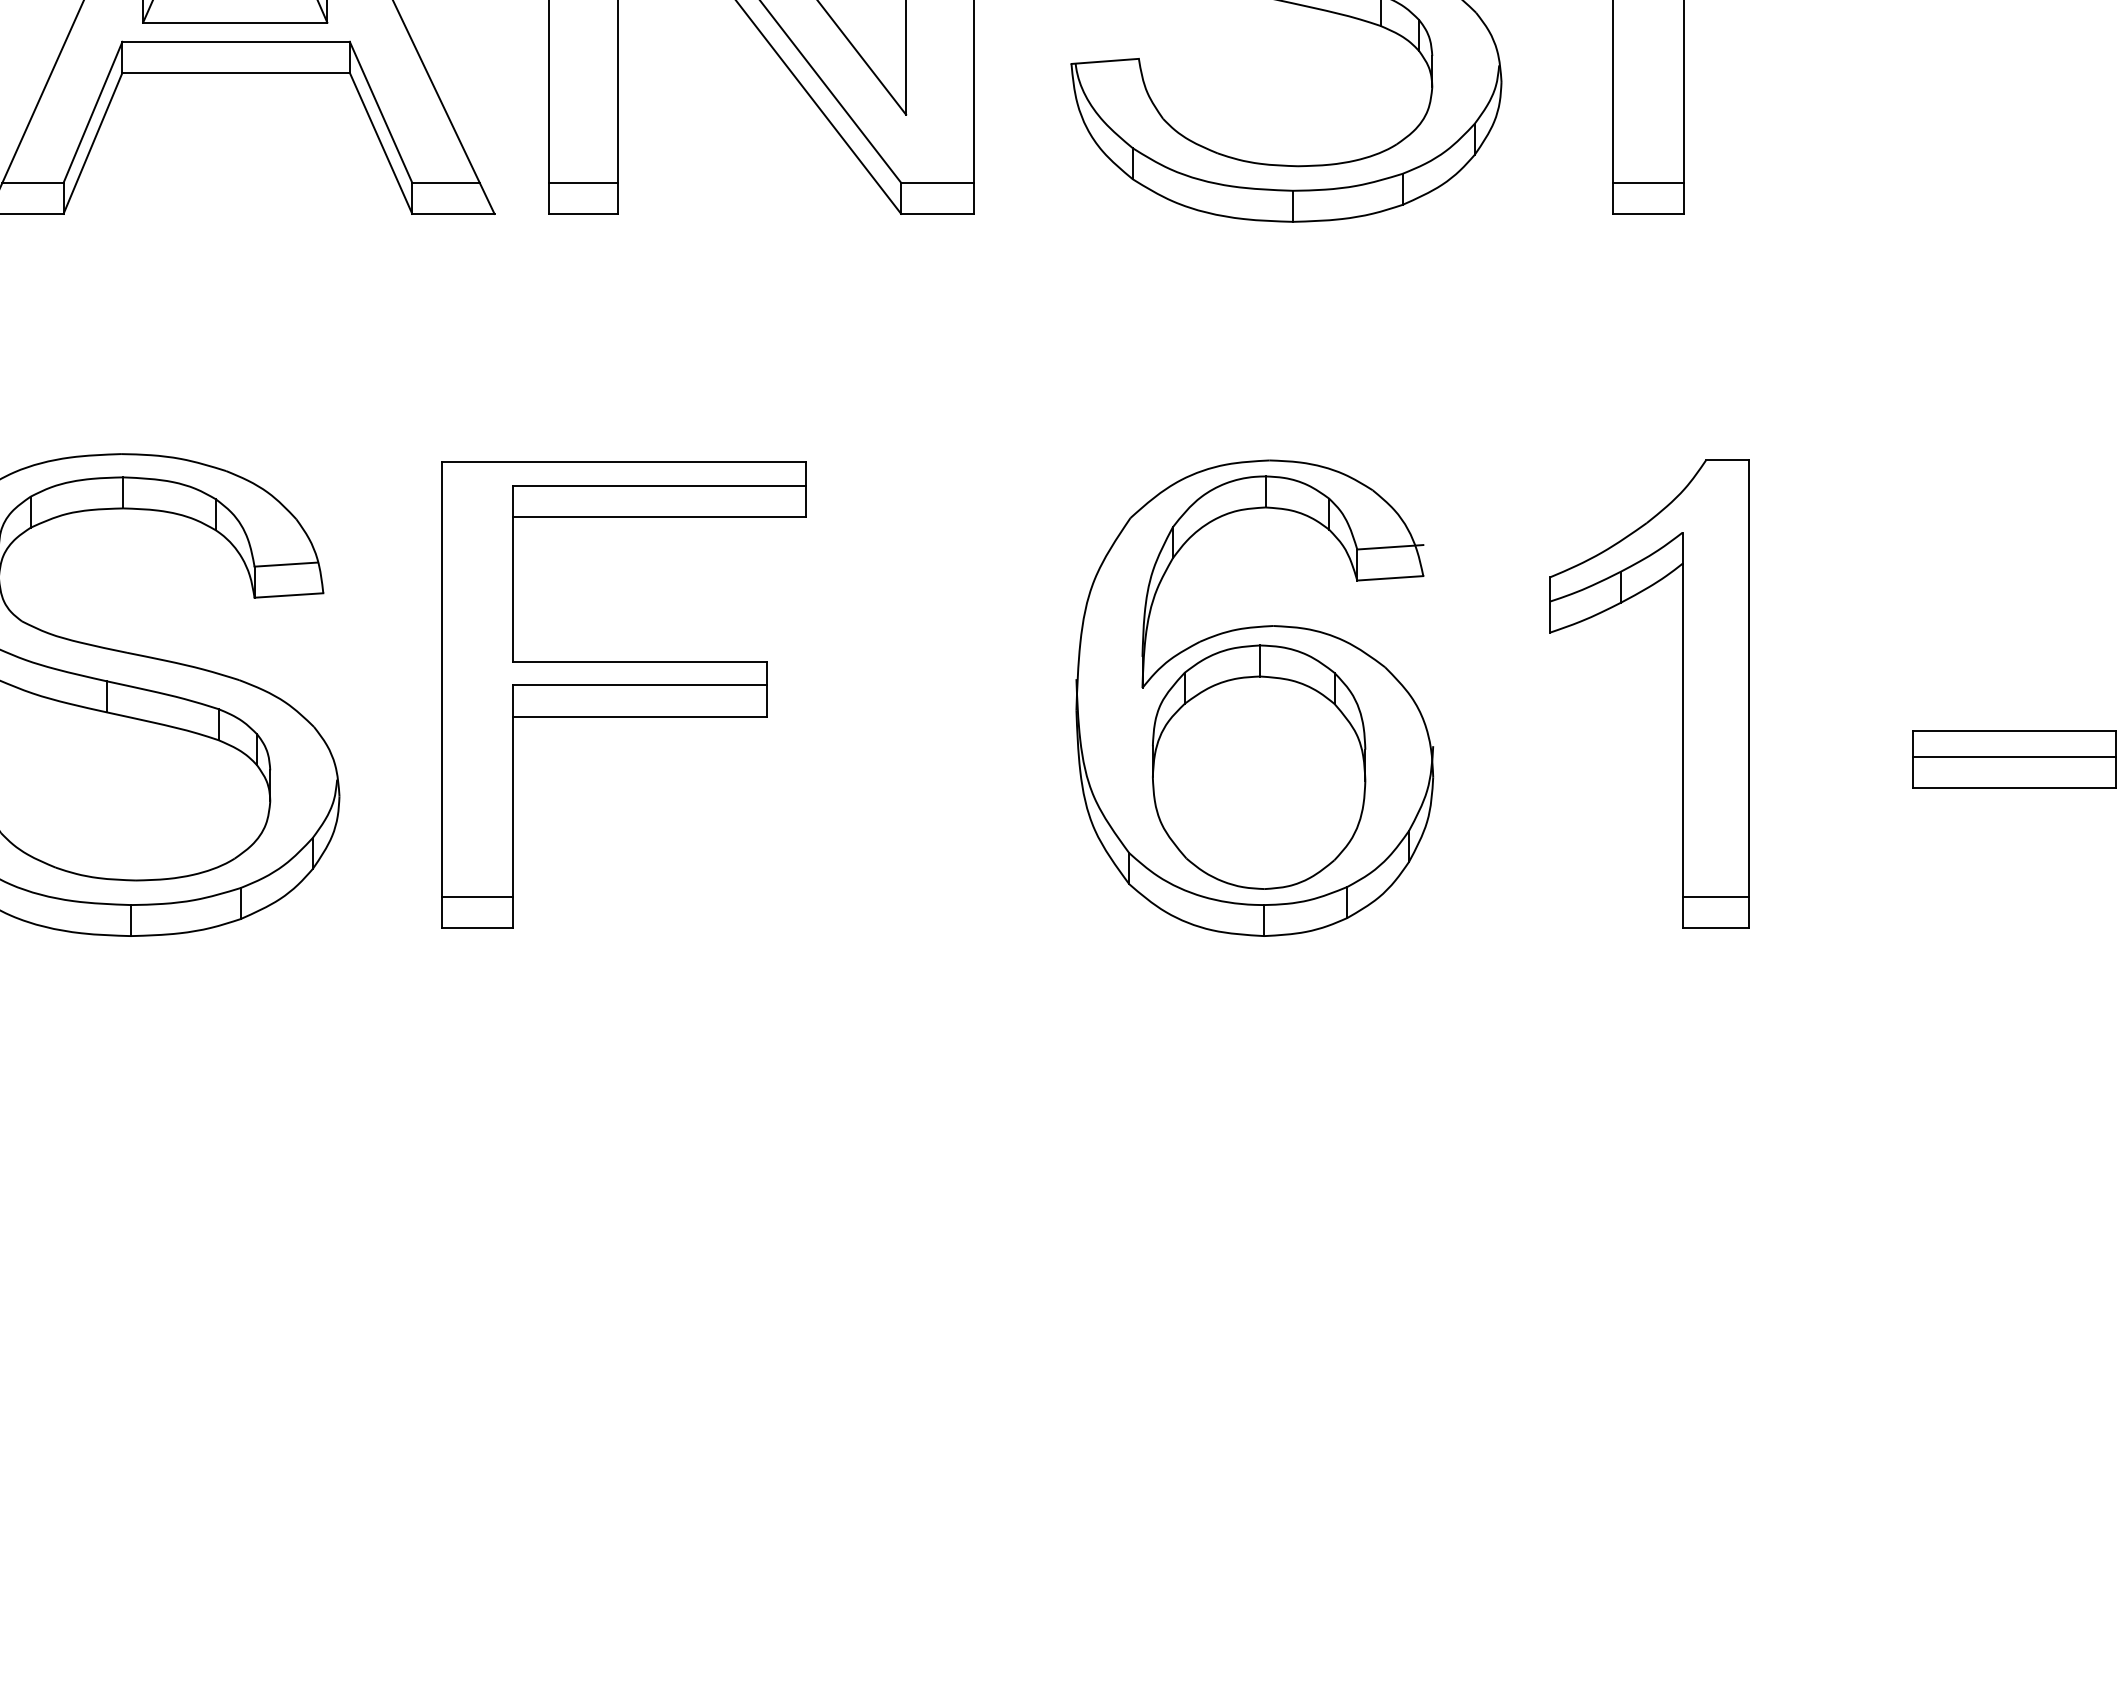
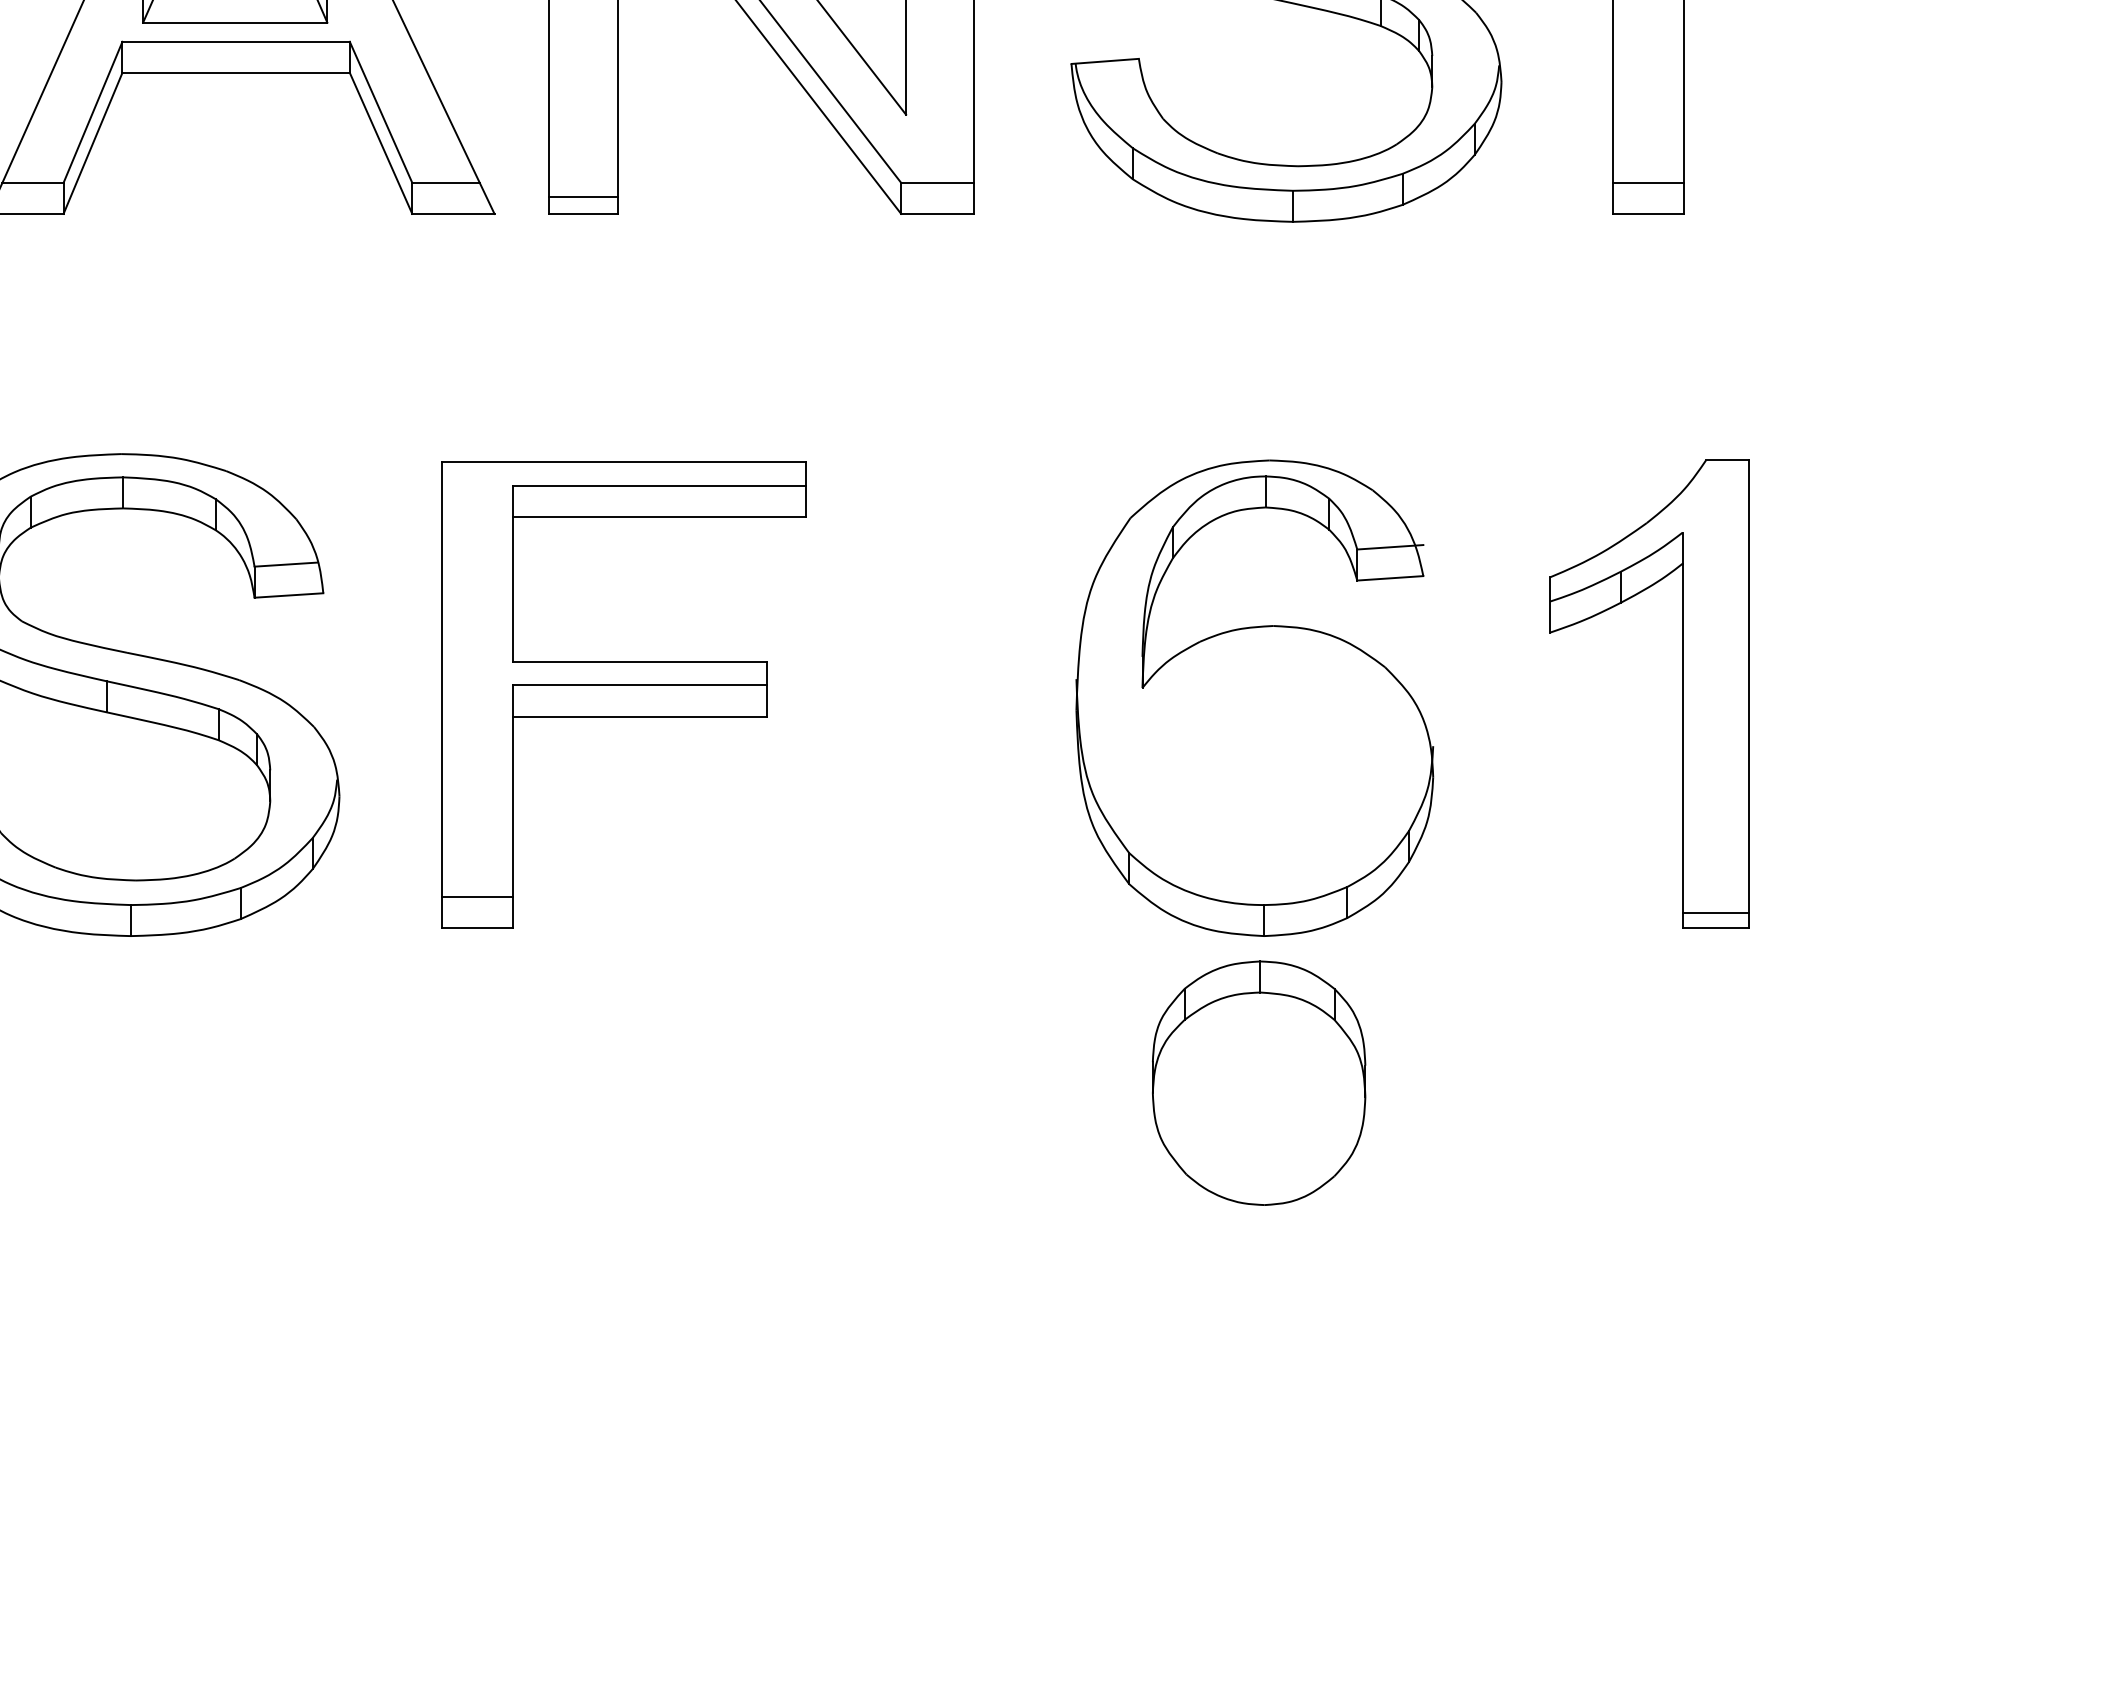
line at (582, 182) position: (582, 182) -> (582, 196)
part at (2014, 759): present -> none
part at (1259, 766) position: (1259, 766) -> (1259, 1082)
line at (1715, 897) position: (1715, 897) -> (1715, 913)
